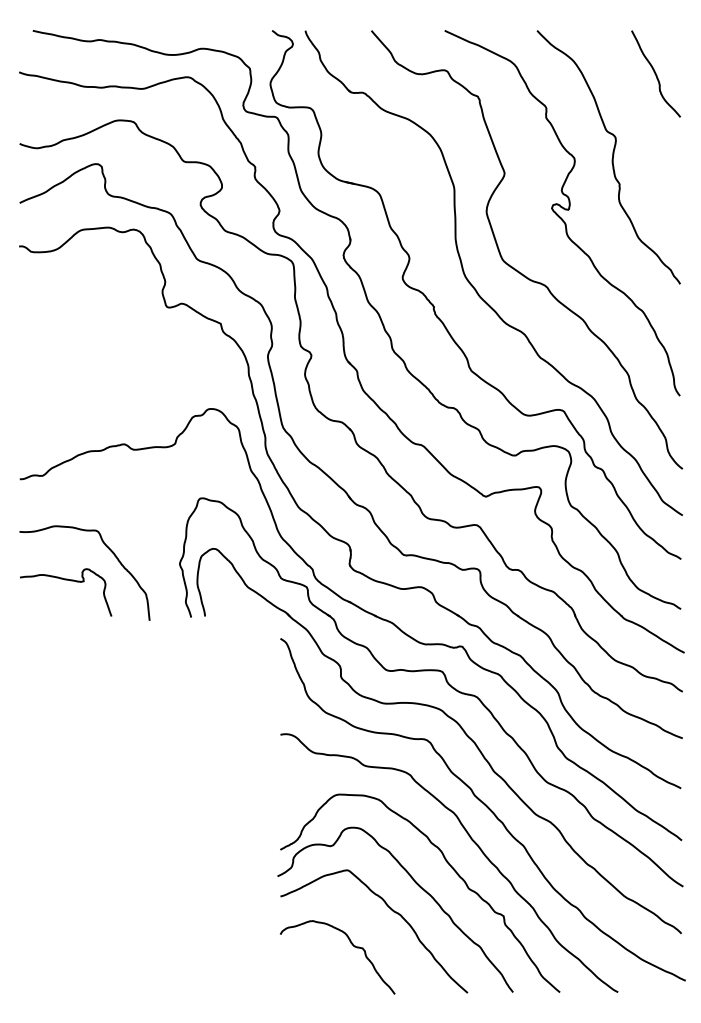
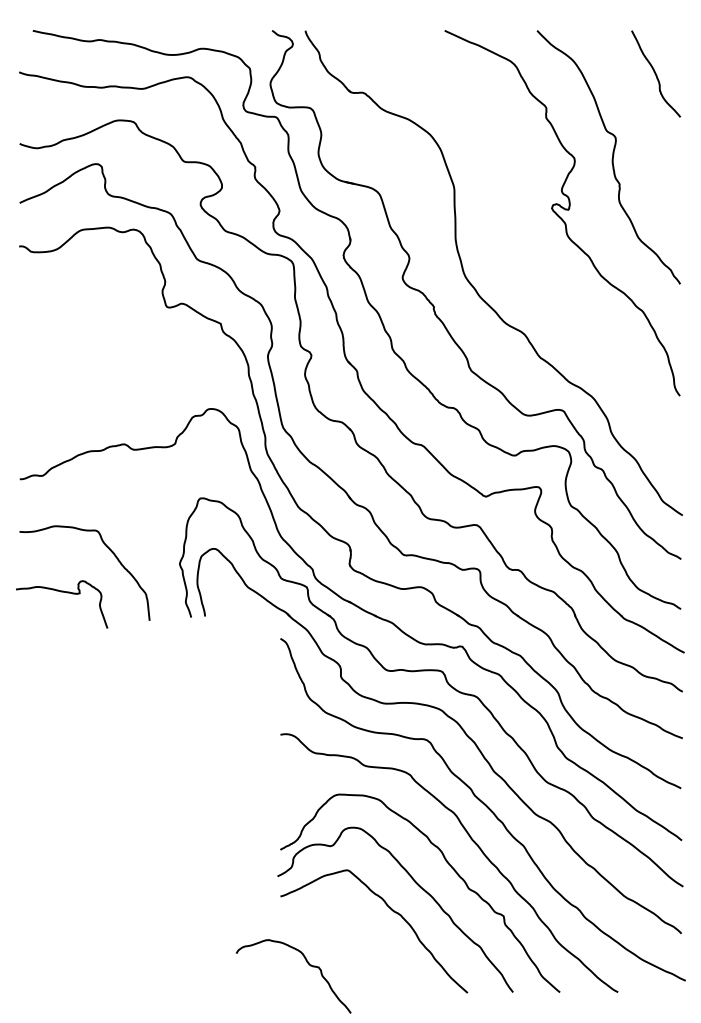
curve at (515, 268): present -> none
curve at (70, 581) position: (70, 581) -> (66, 593)
curve at (350, 943) position: (350, 943) -> (306, 962)
